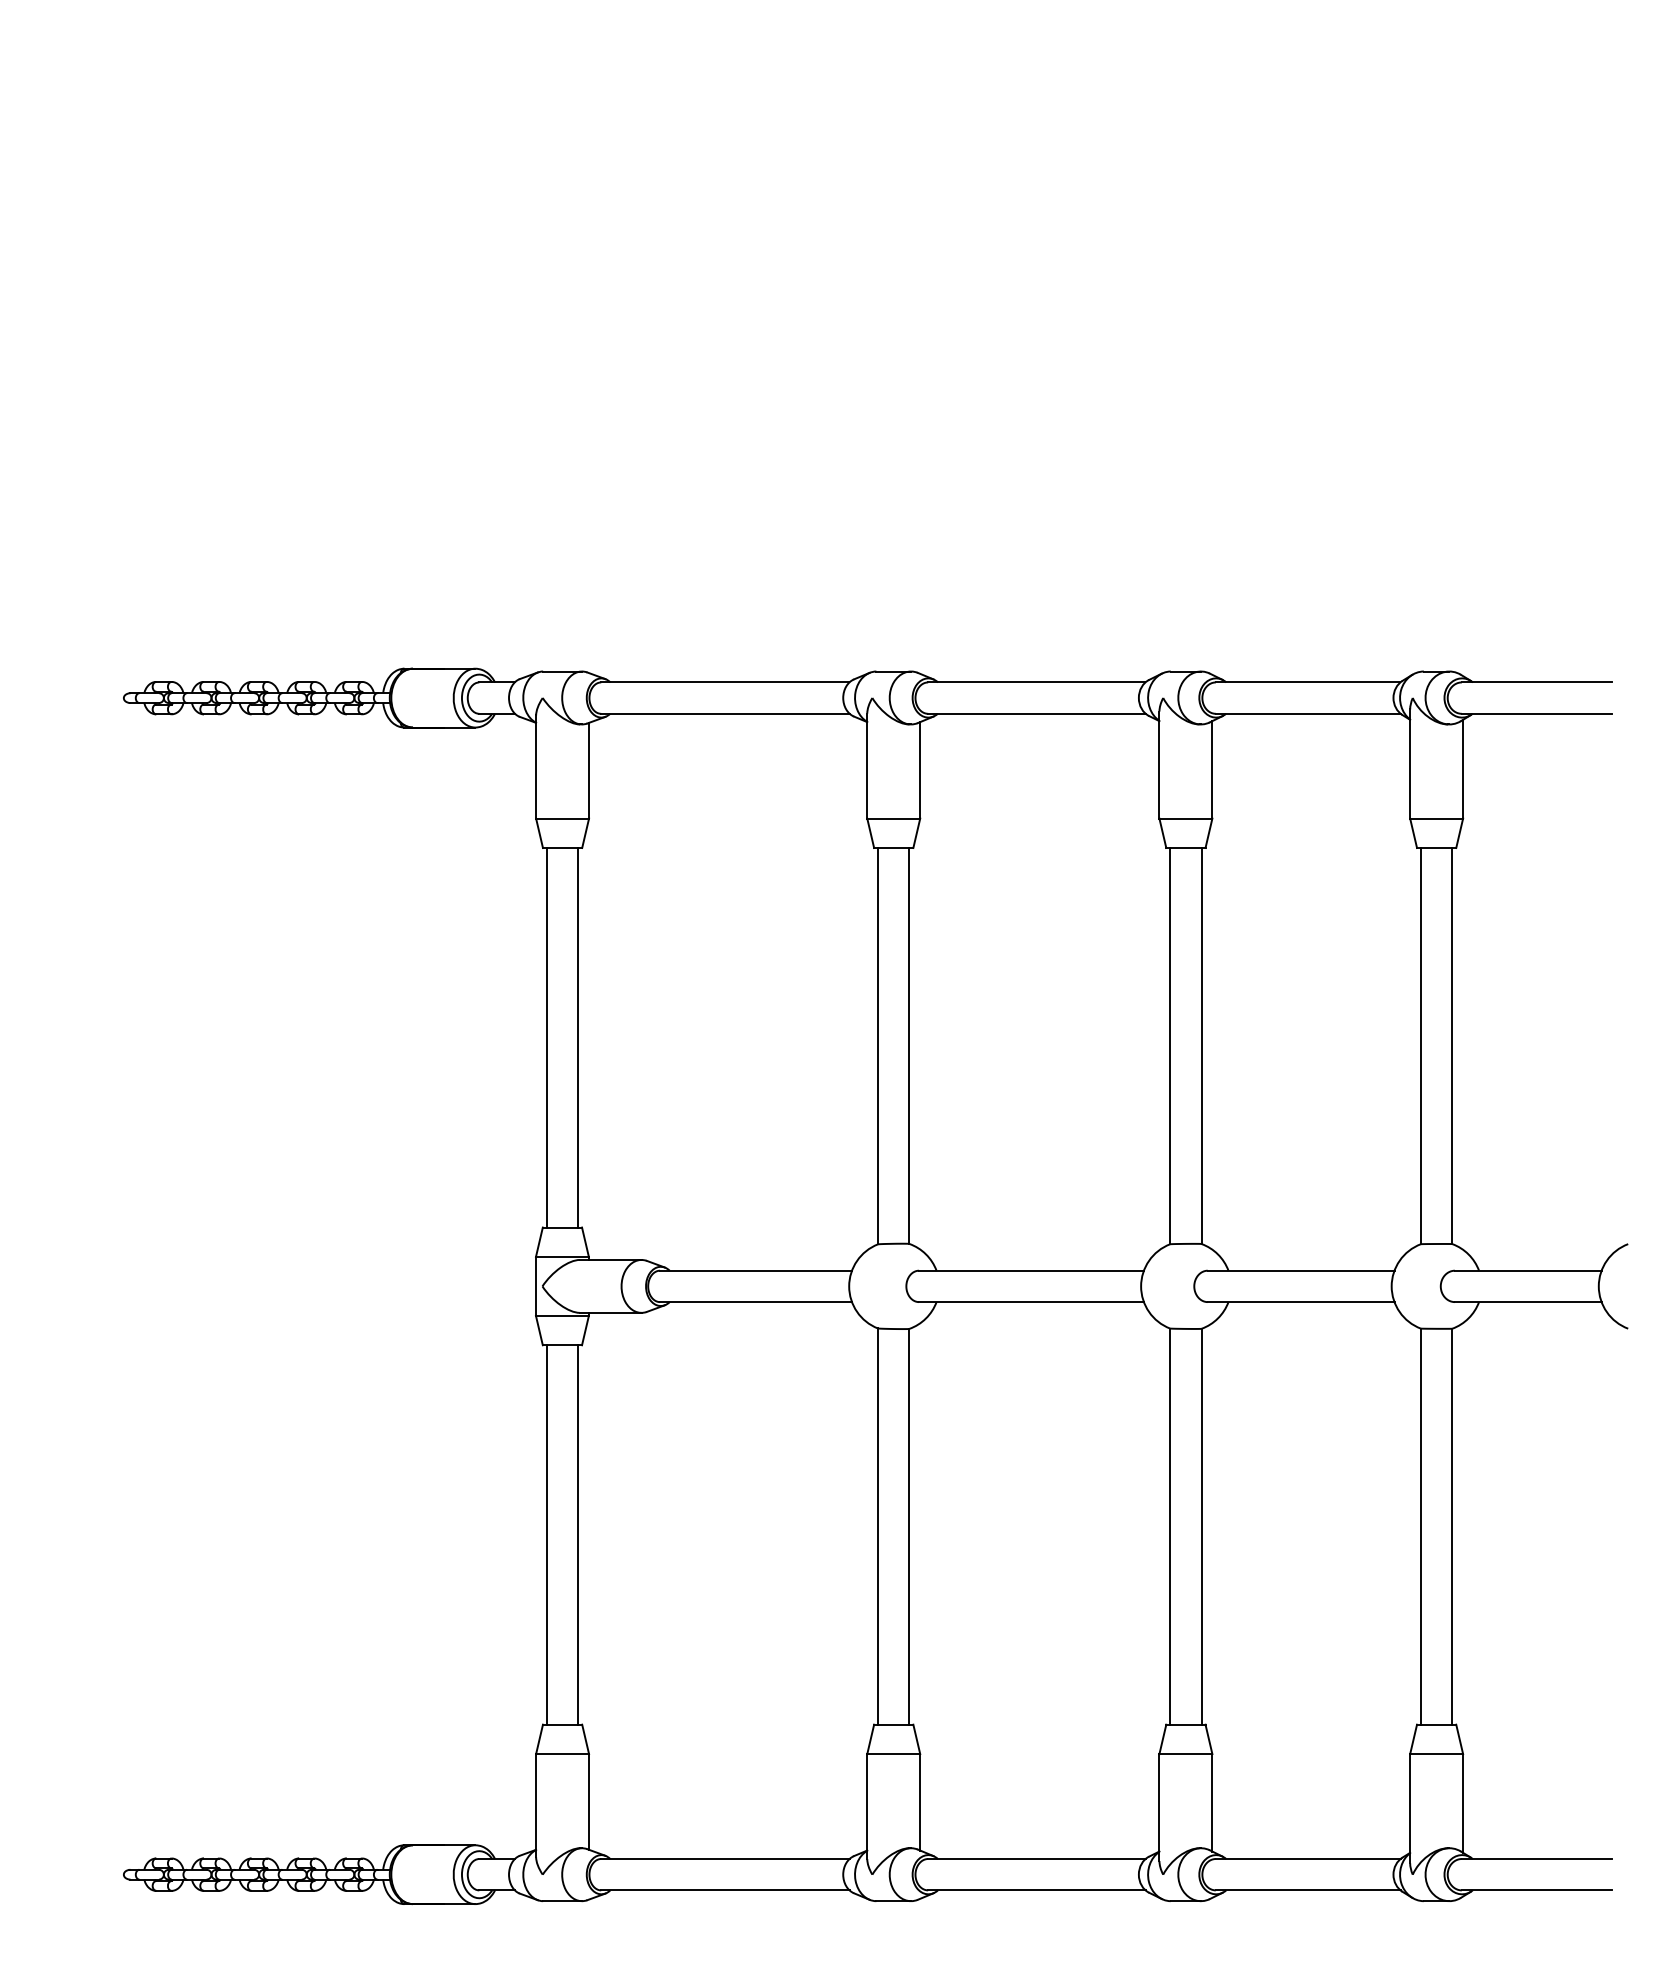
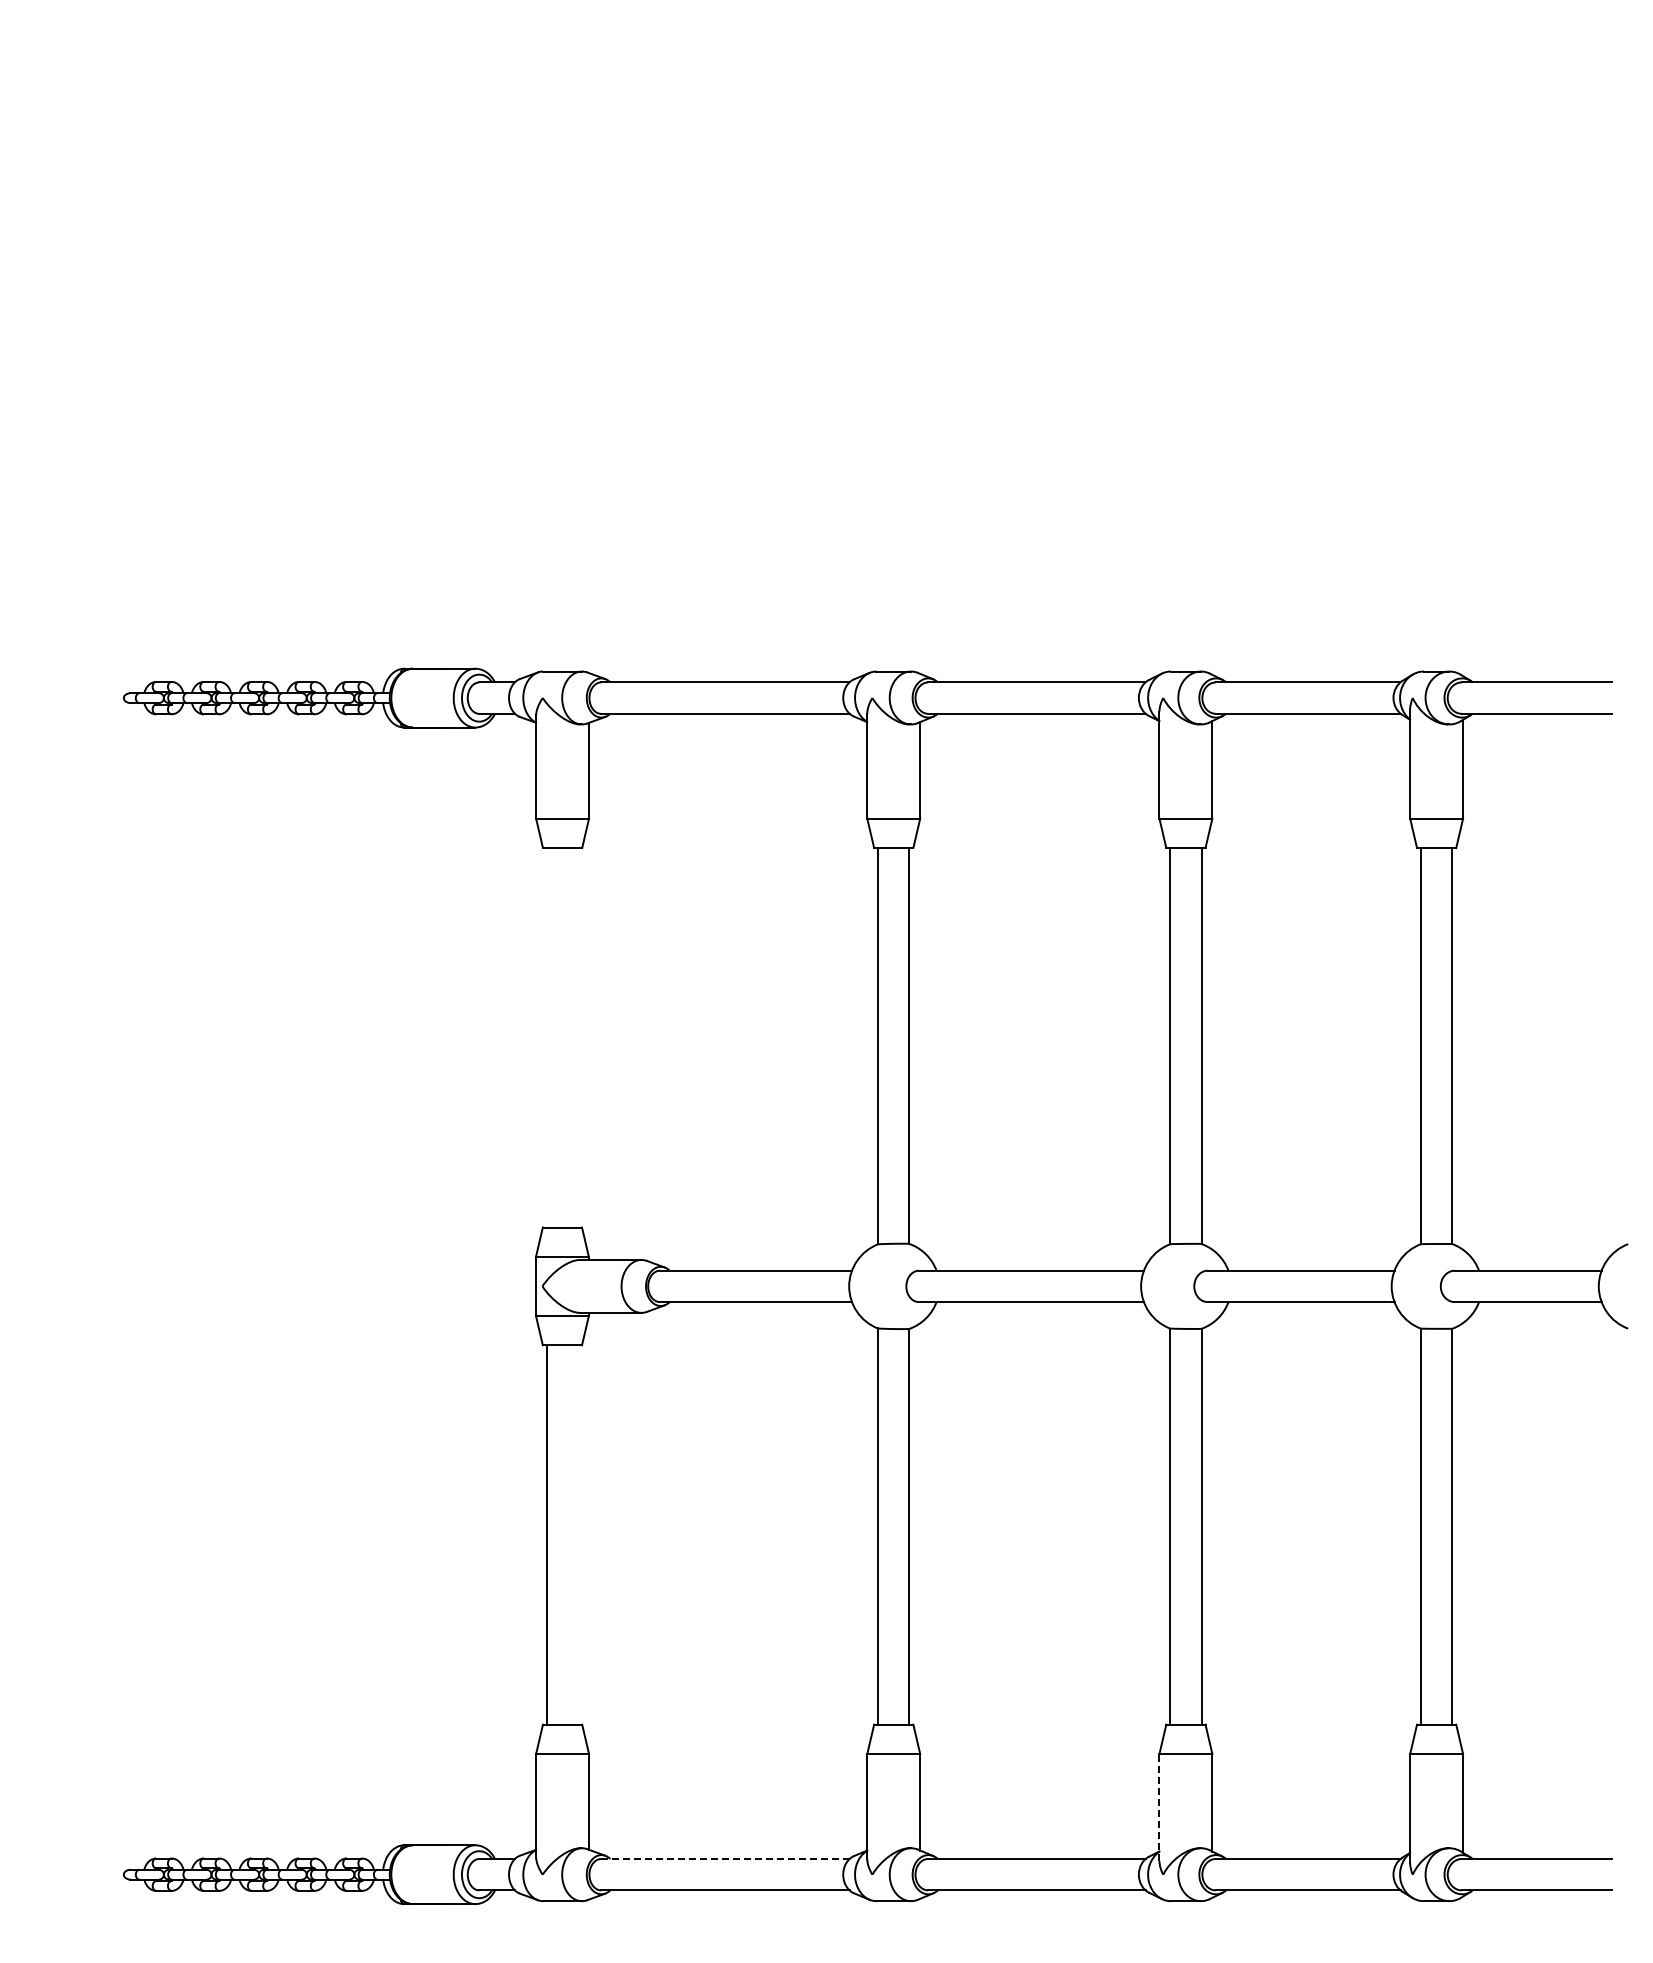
line at (546, 1037): present -> none
line at (578, 1037): present -> none
line at (578, 1534): present -> none
line at (1159, 1807): solid -> dashed
line at (724, 1859): solid -> dashed
